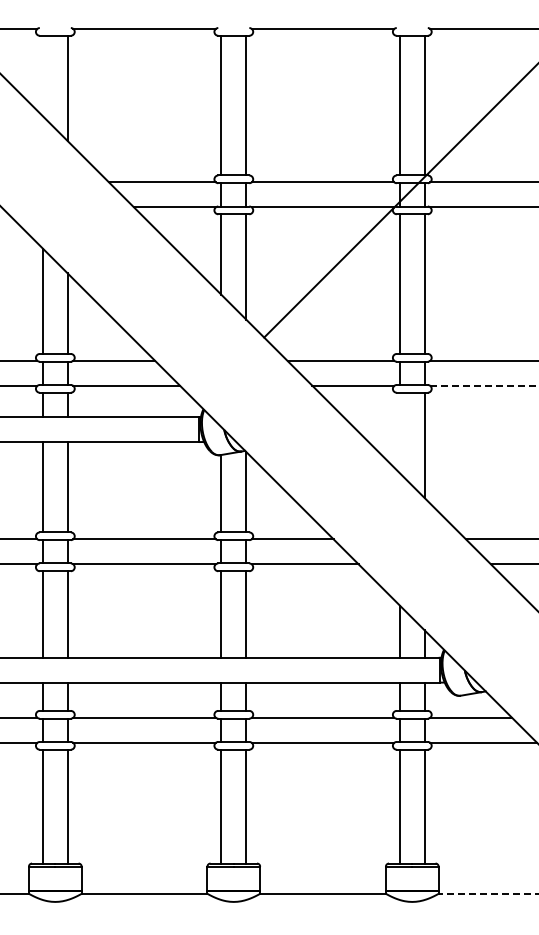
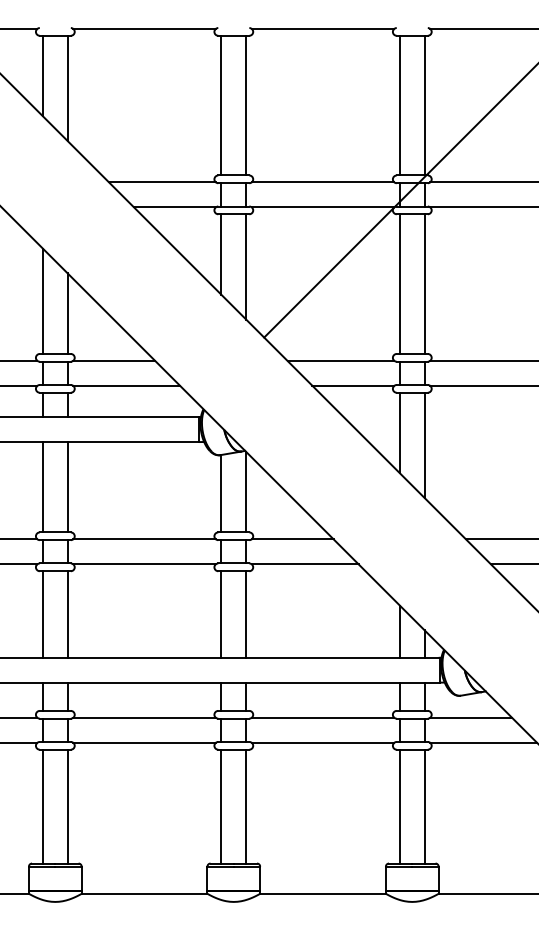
line at (42, 75): none -> present
line at (485, 385): dashed -> solid
line at (399, 432): none -> present
line at (488, 893): dashed -> solid
